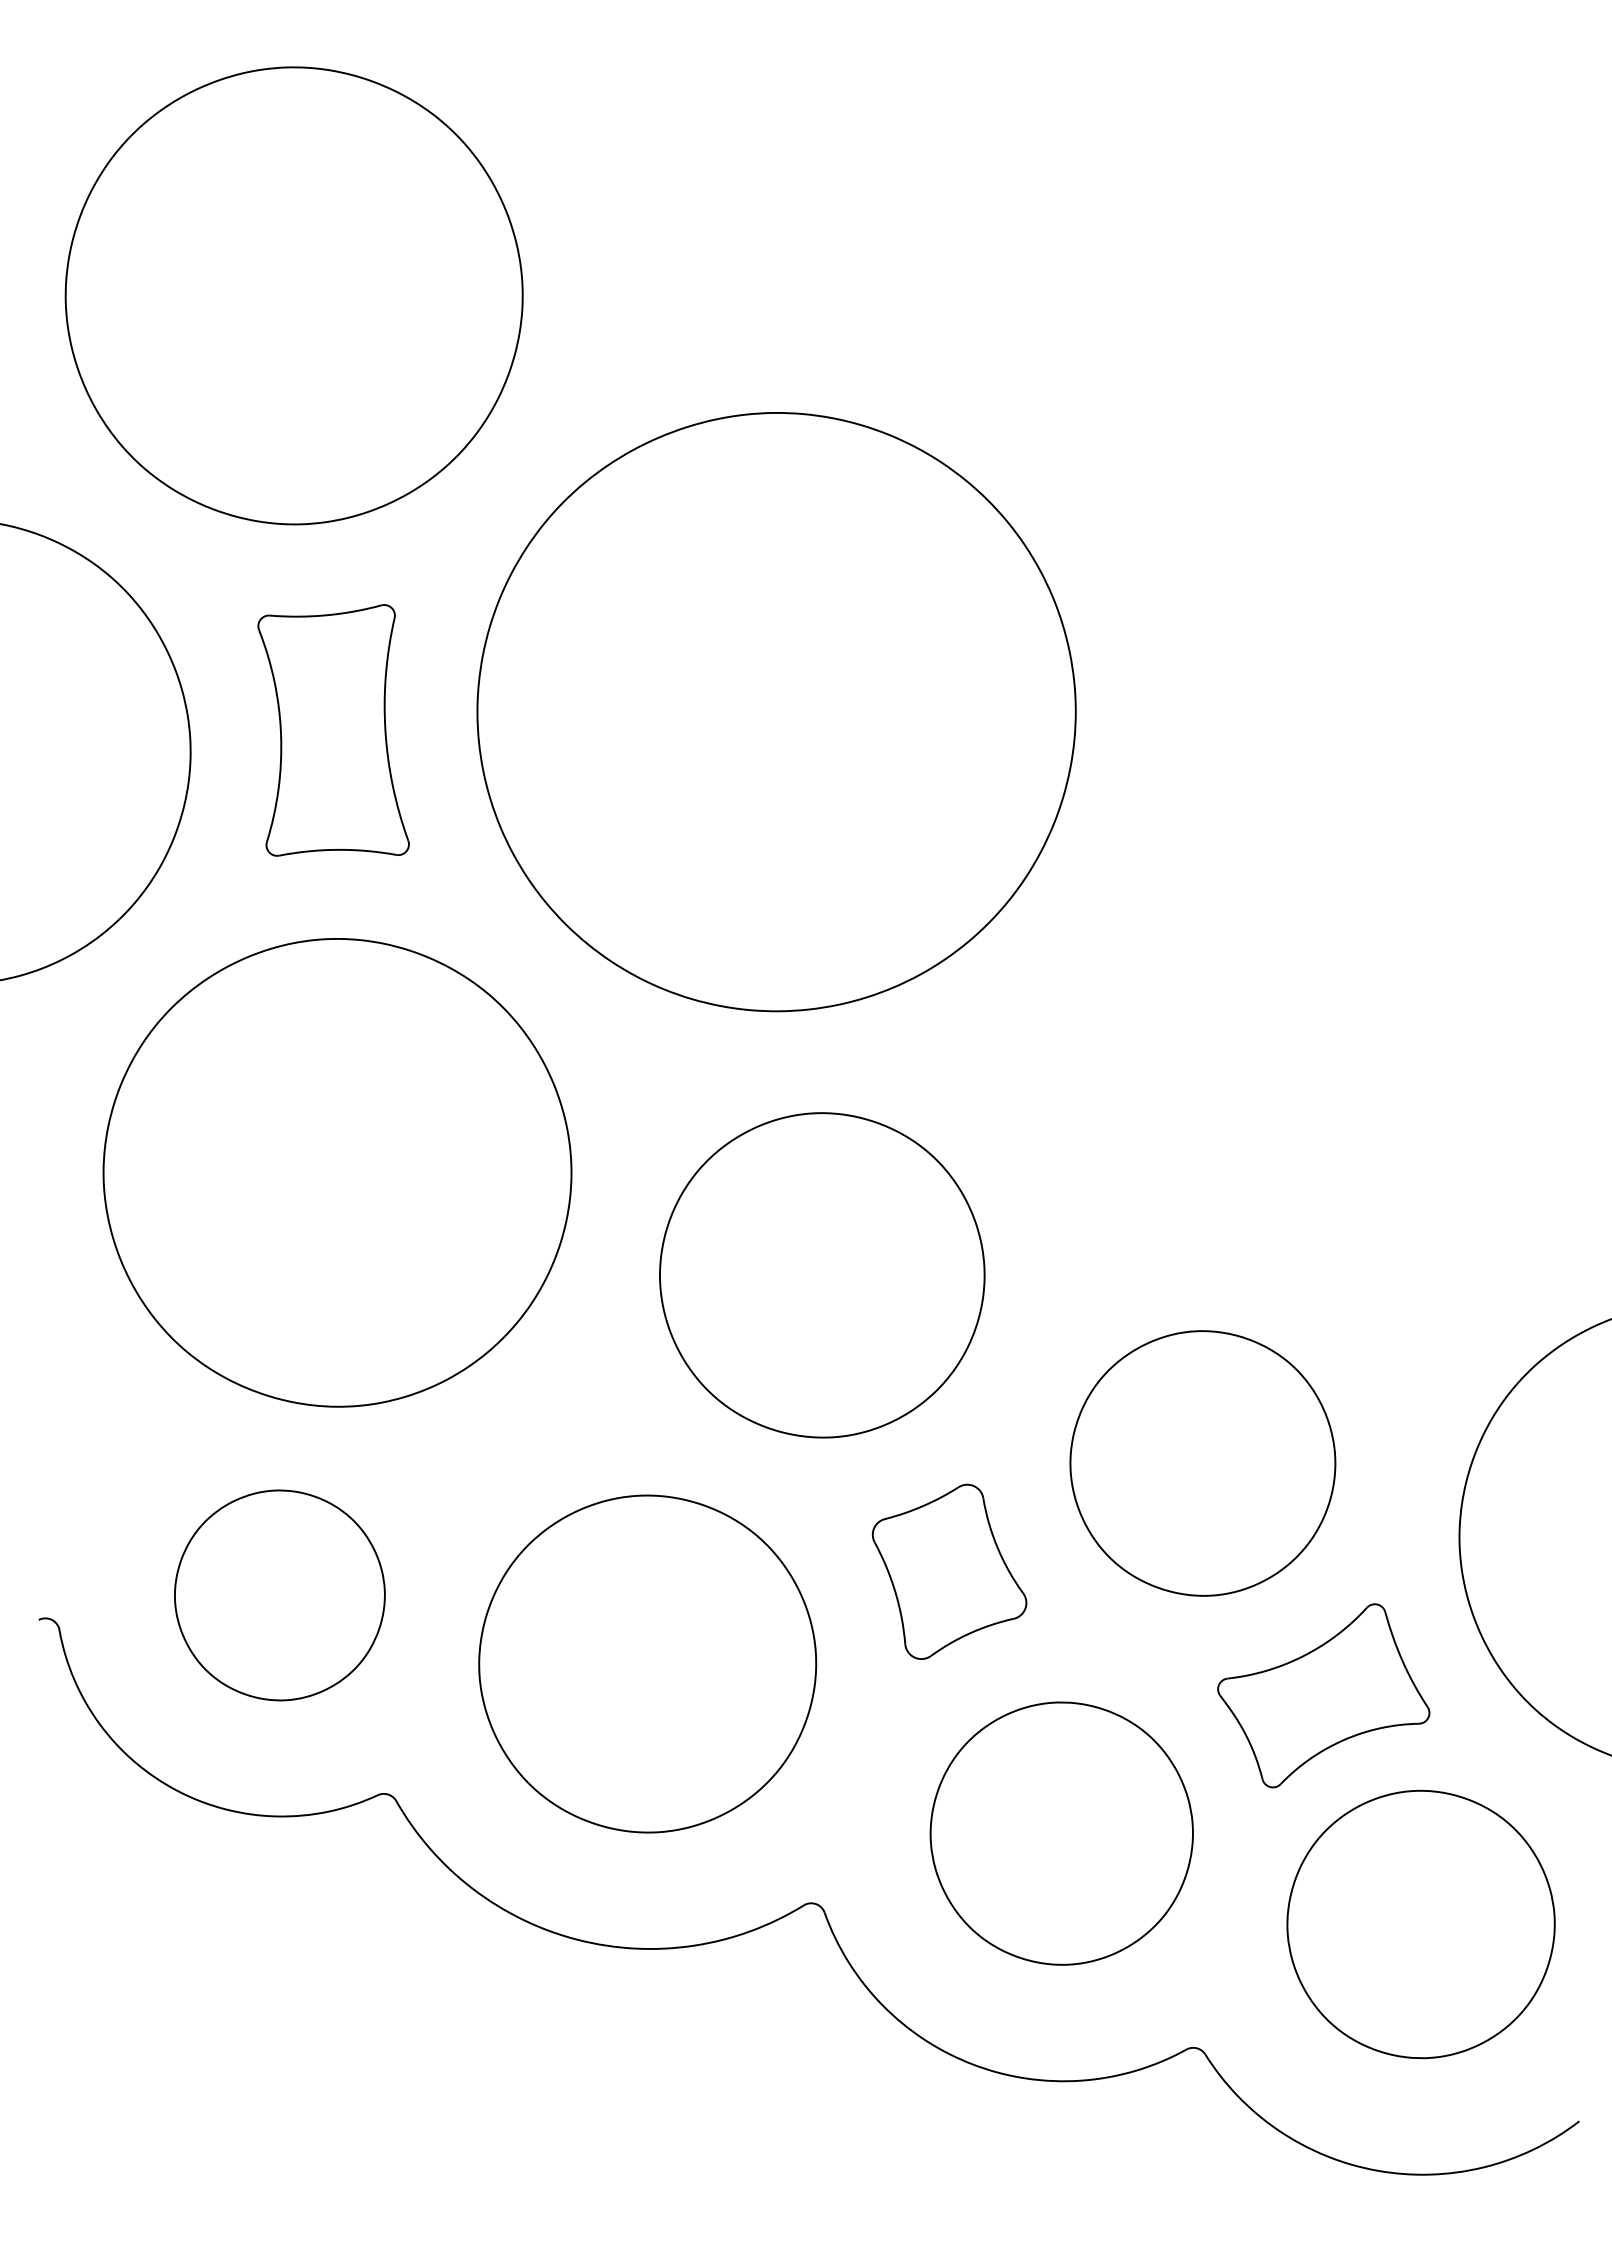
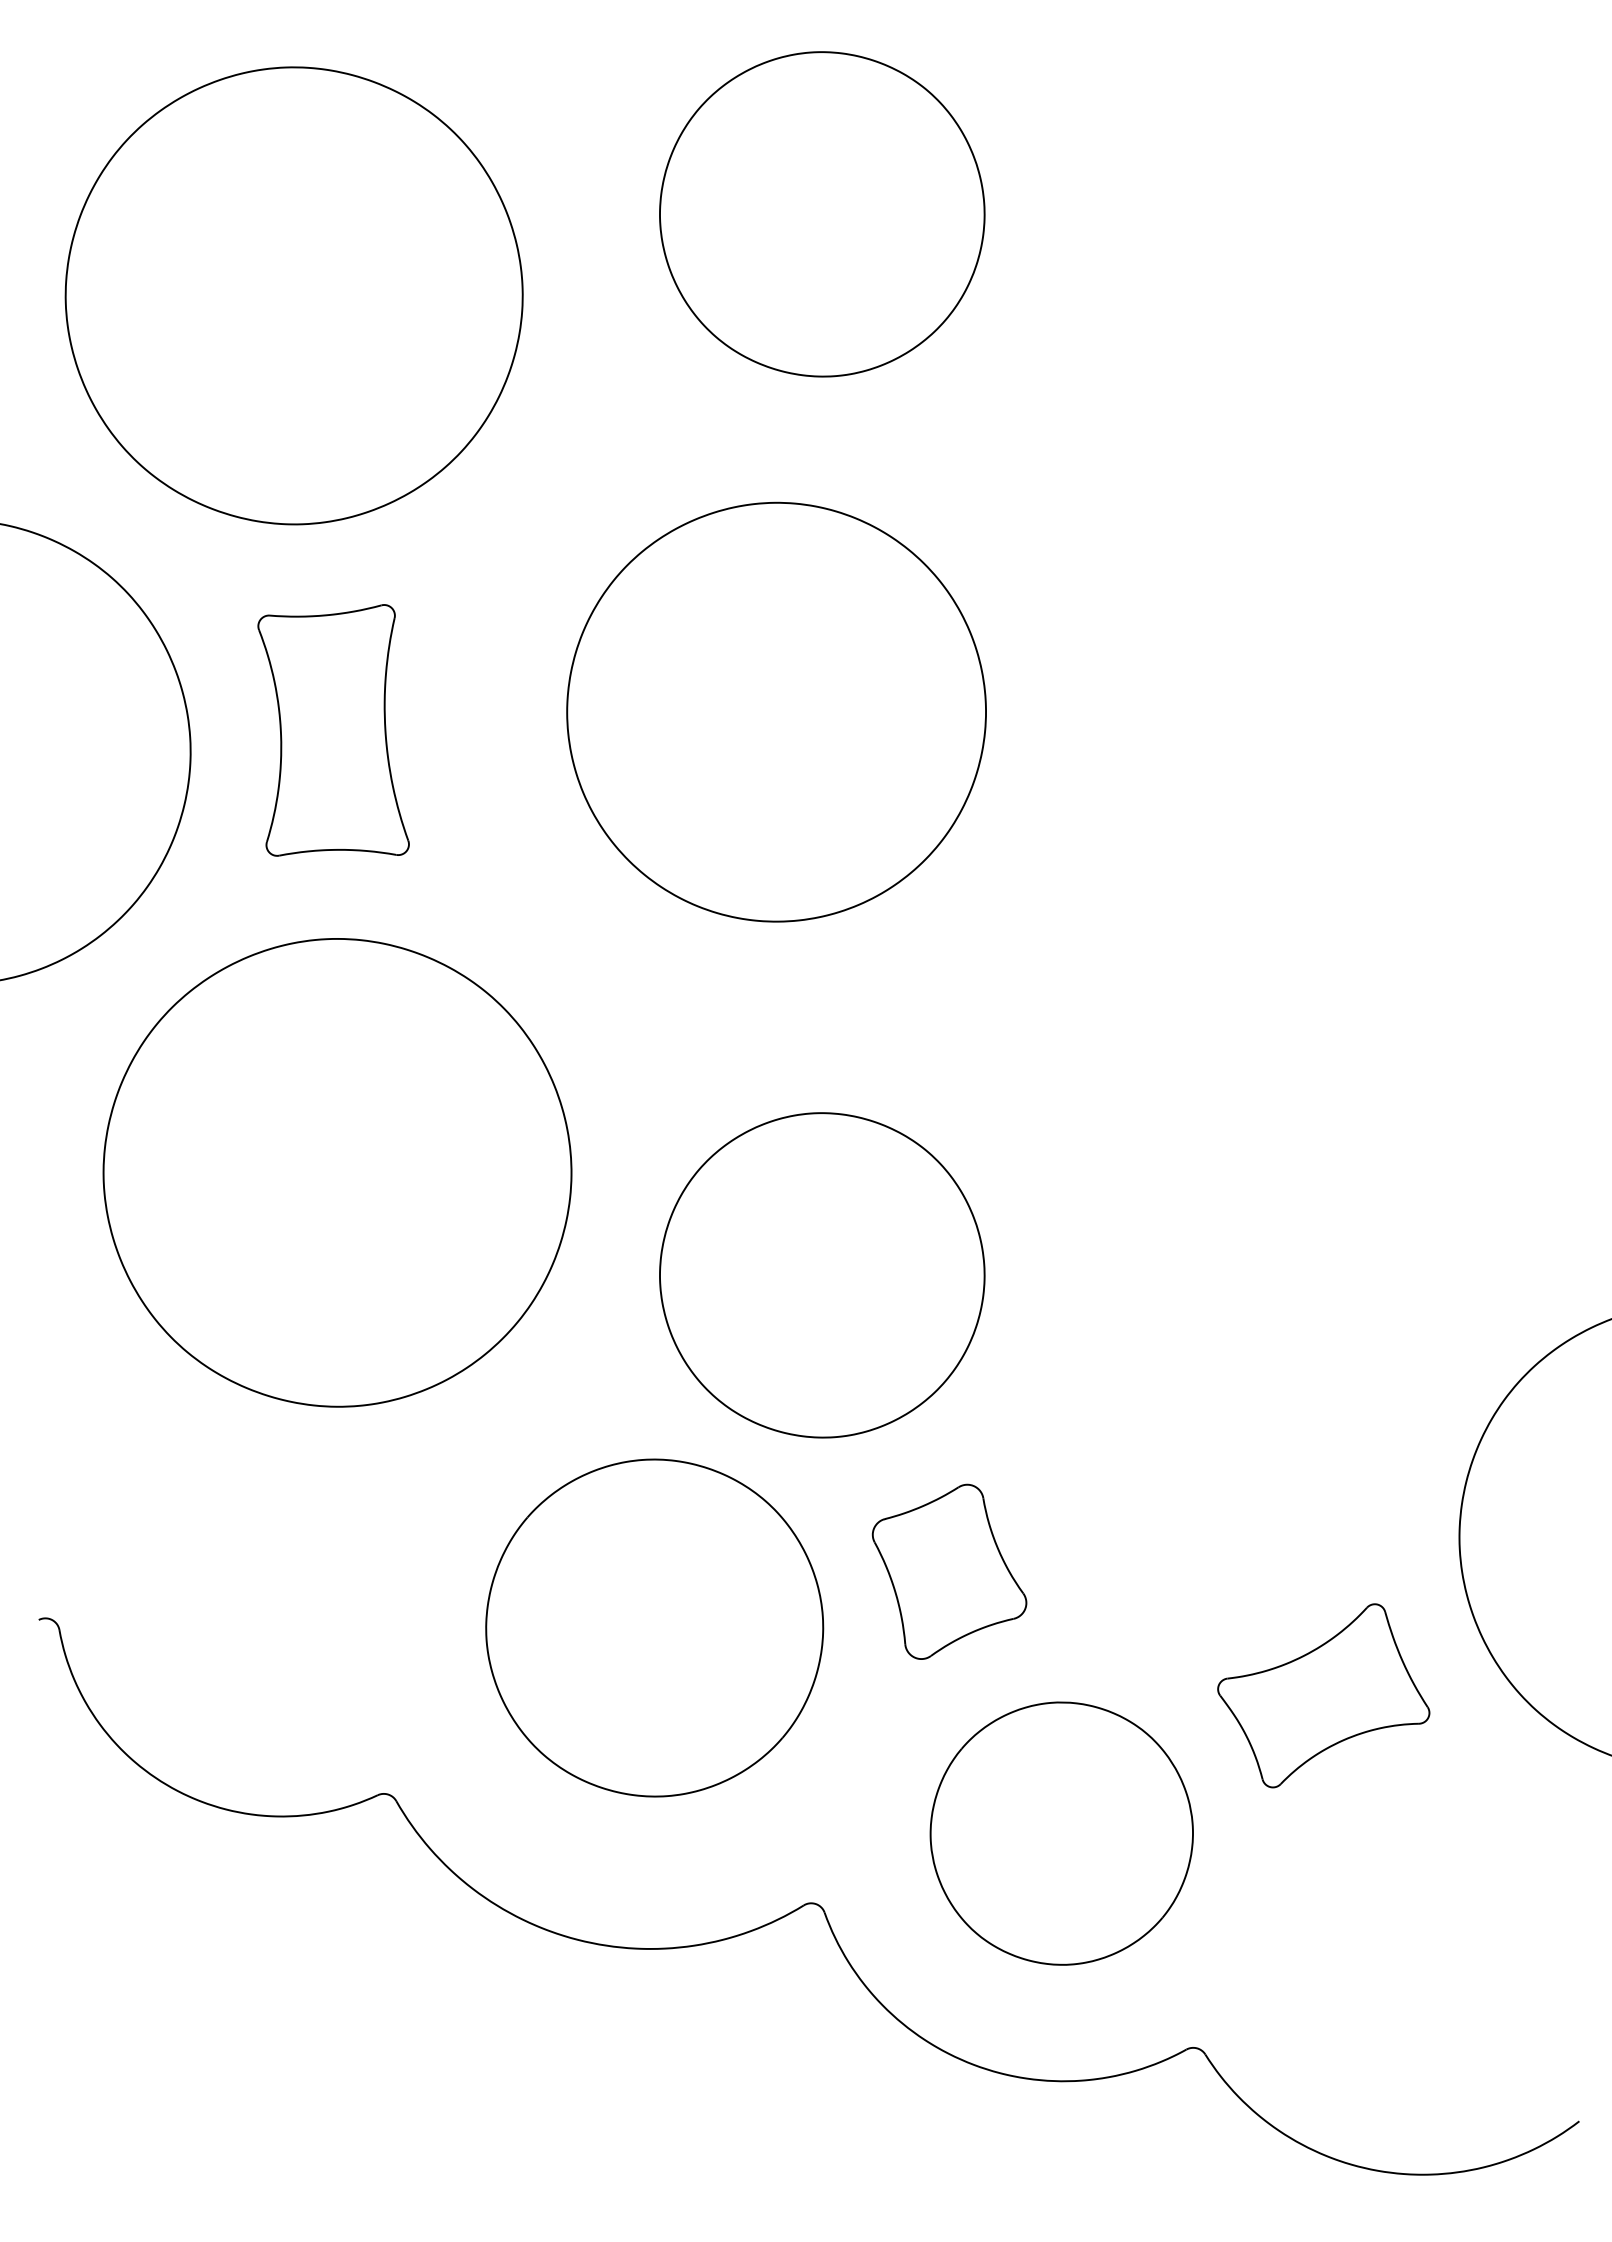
part at (822, 214): none -> present
part at (776, 712) size: 601x601 px -> 421x422 px
part at (1202, 1463): present -> none
part at (279, 1595): present -> none
part at (647, 1663) position: (647, 1663) -> (654, 1627)
part at (1420, 1924): present -> none
